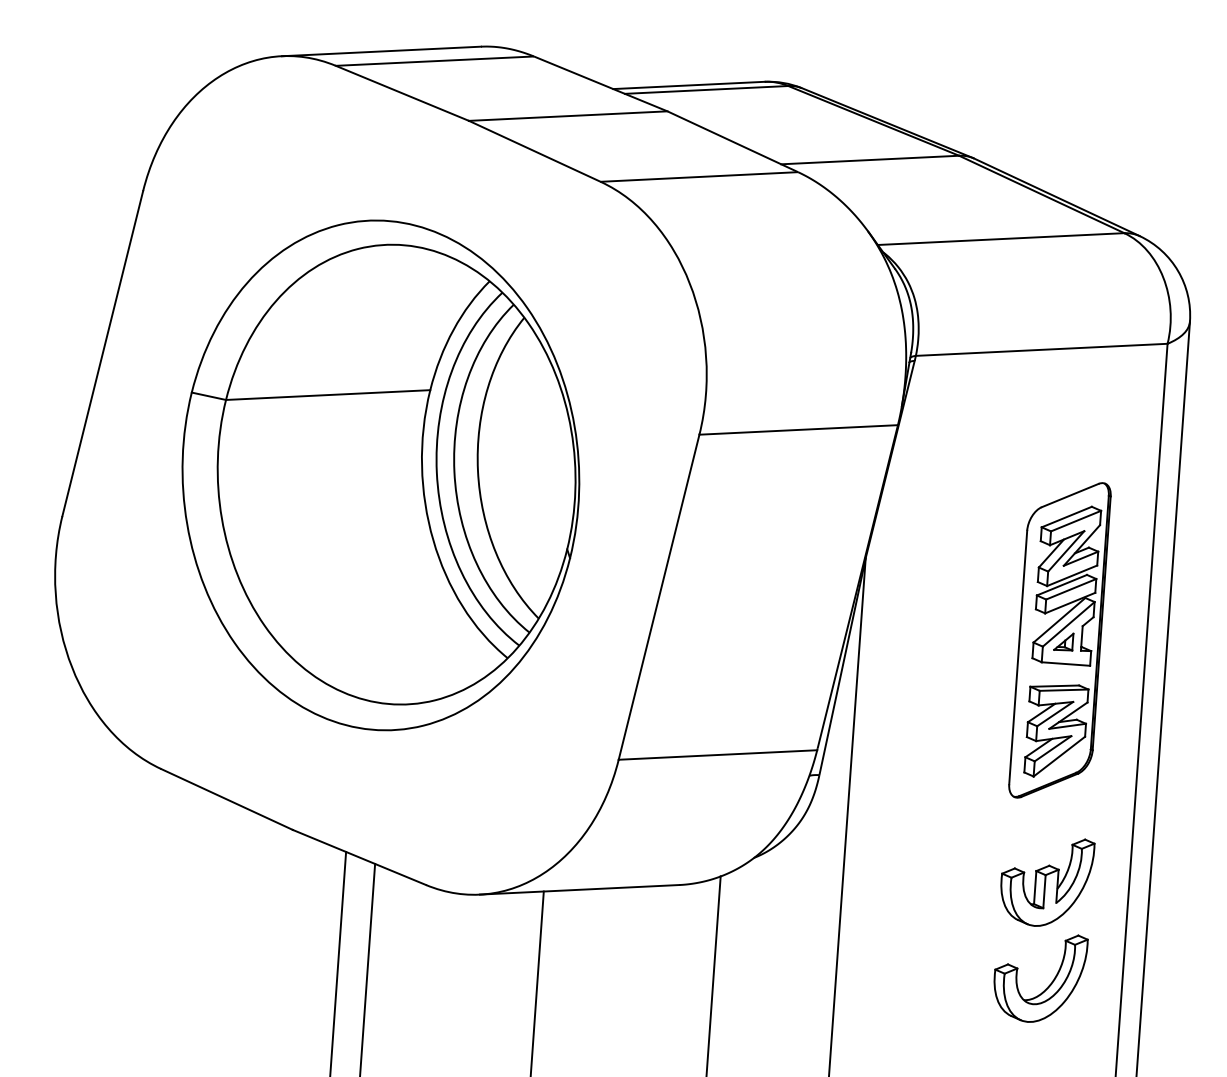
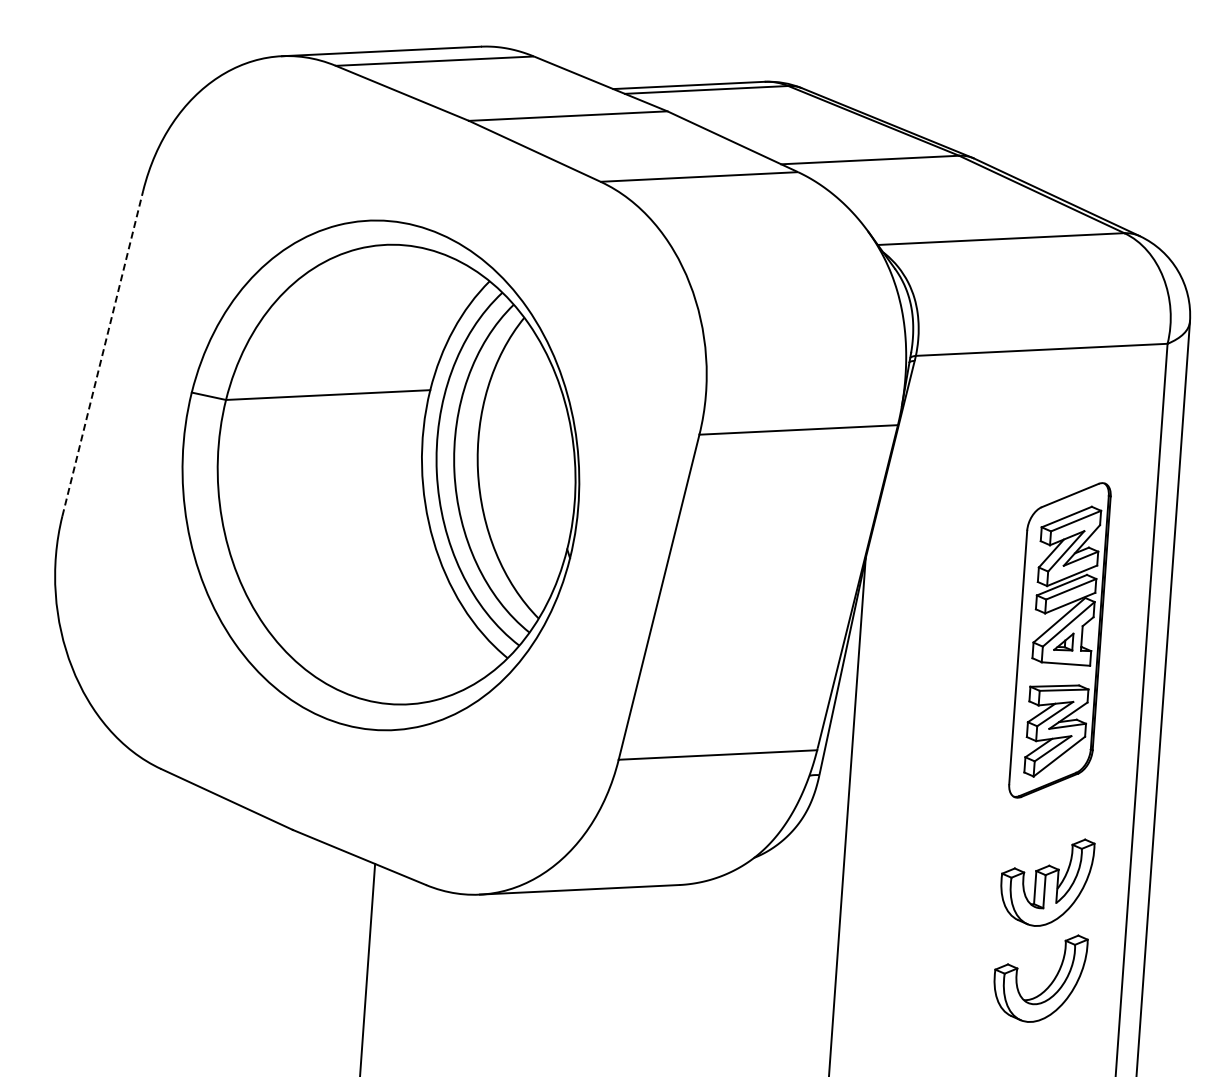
line at (102, 353): solid -> dashed
line at (338, 962): present -> none
line at (713, 974): present -> none
line at (536, 982): present -> none
